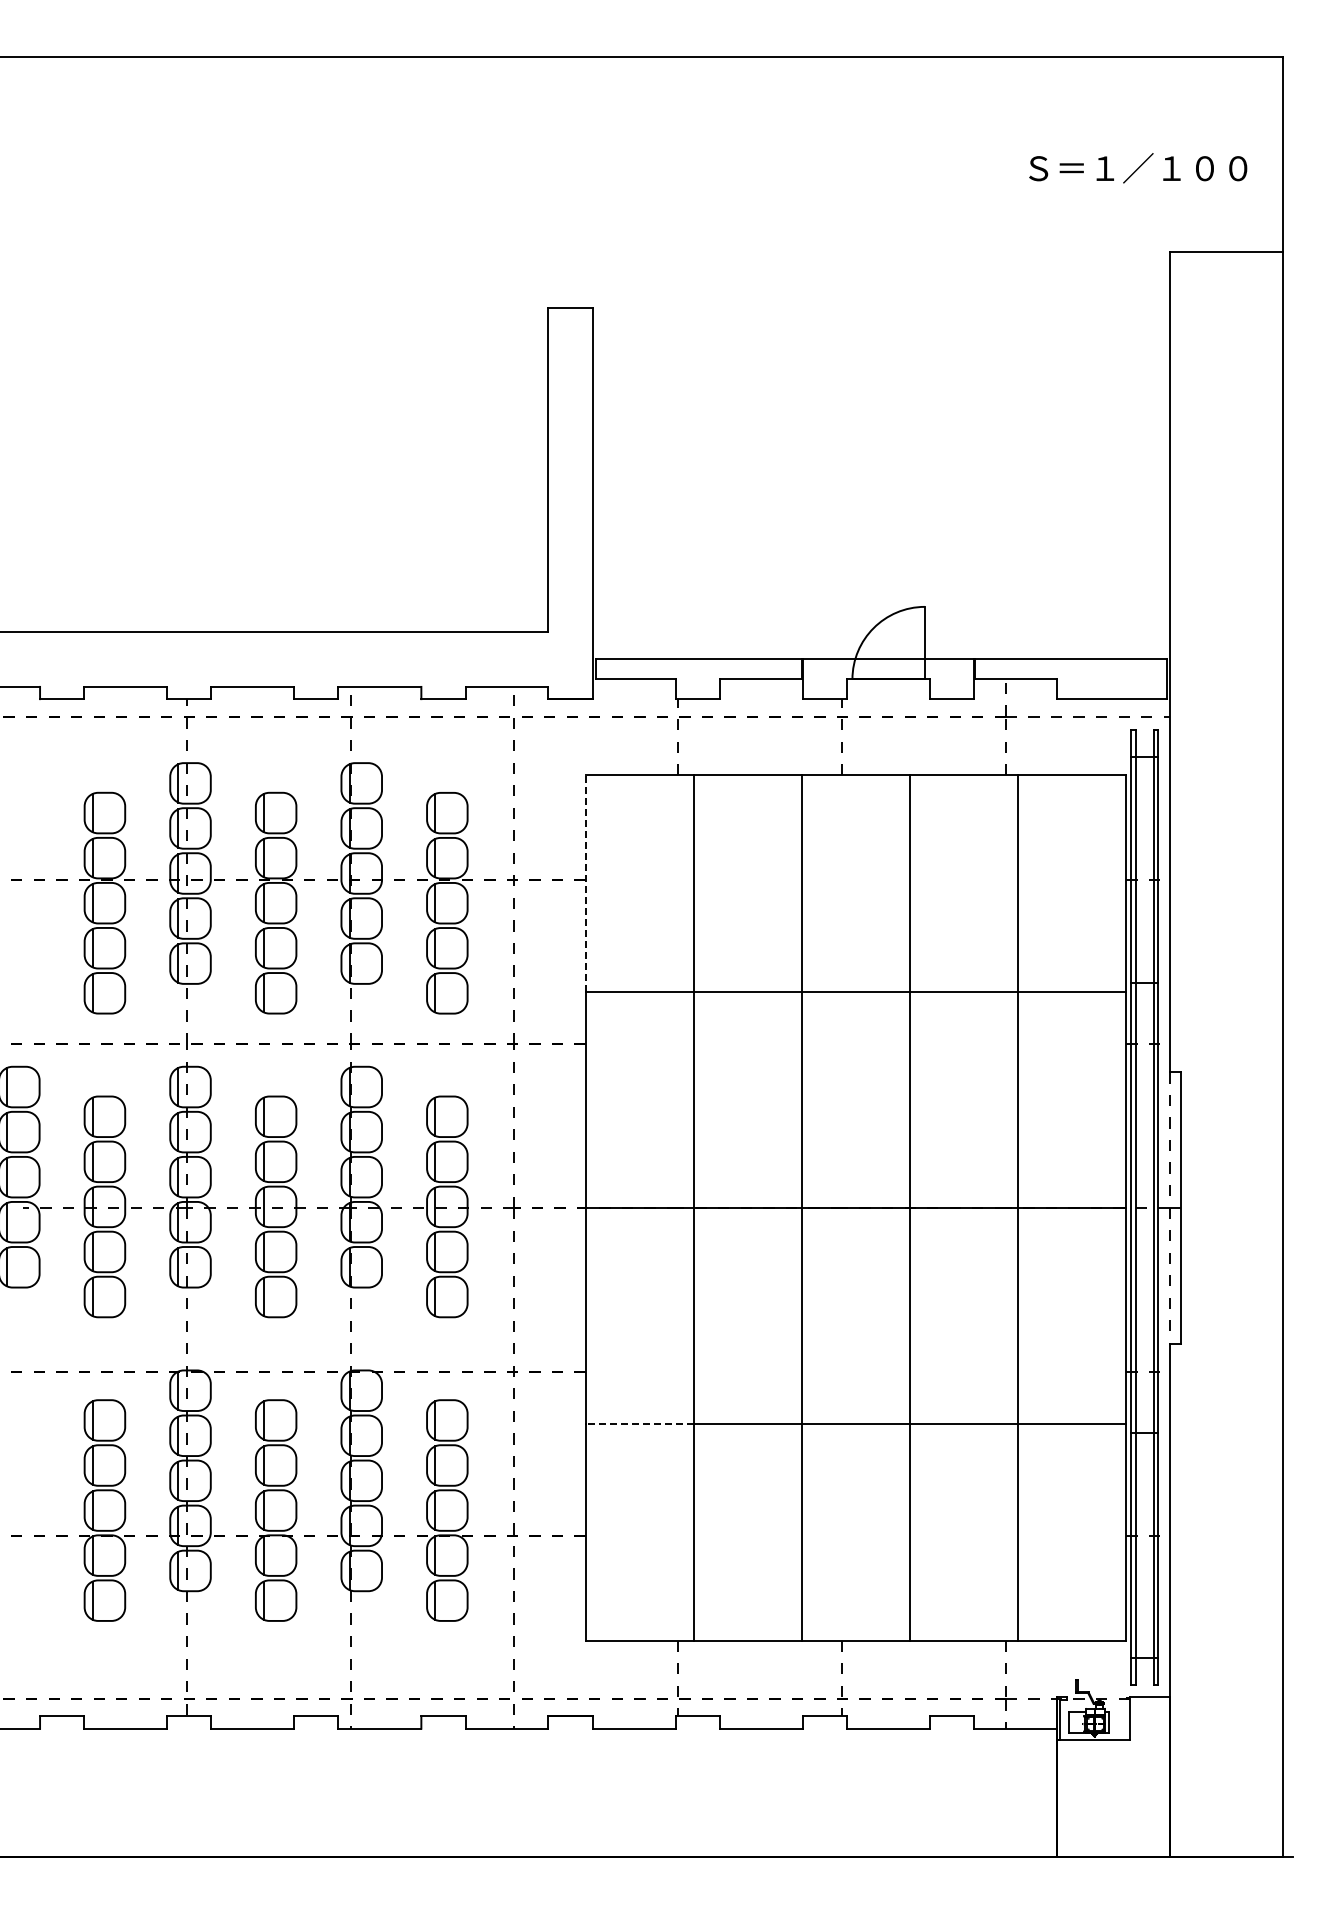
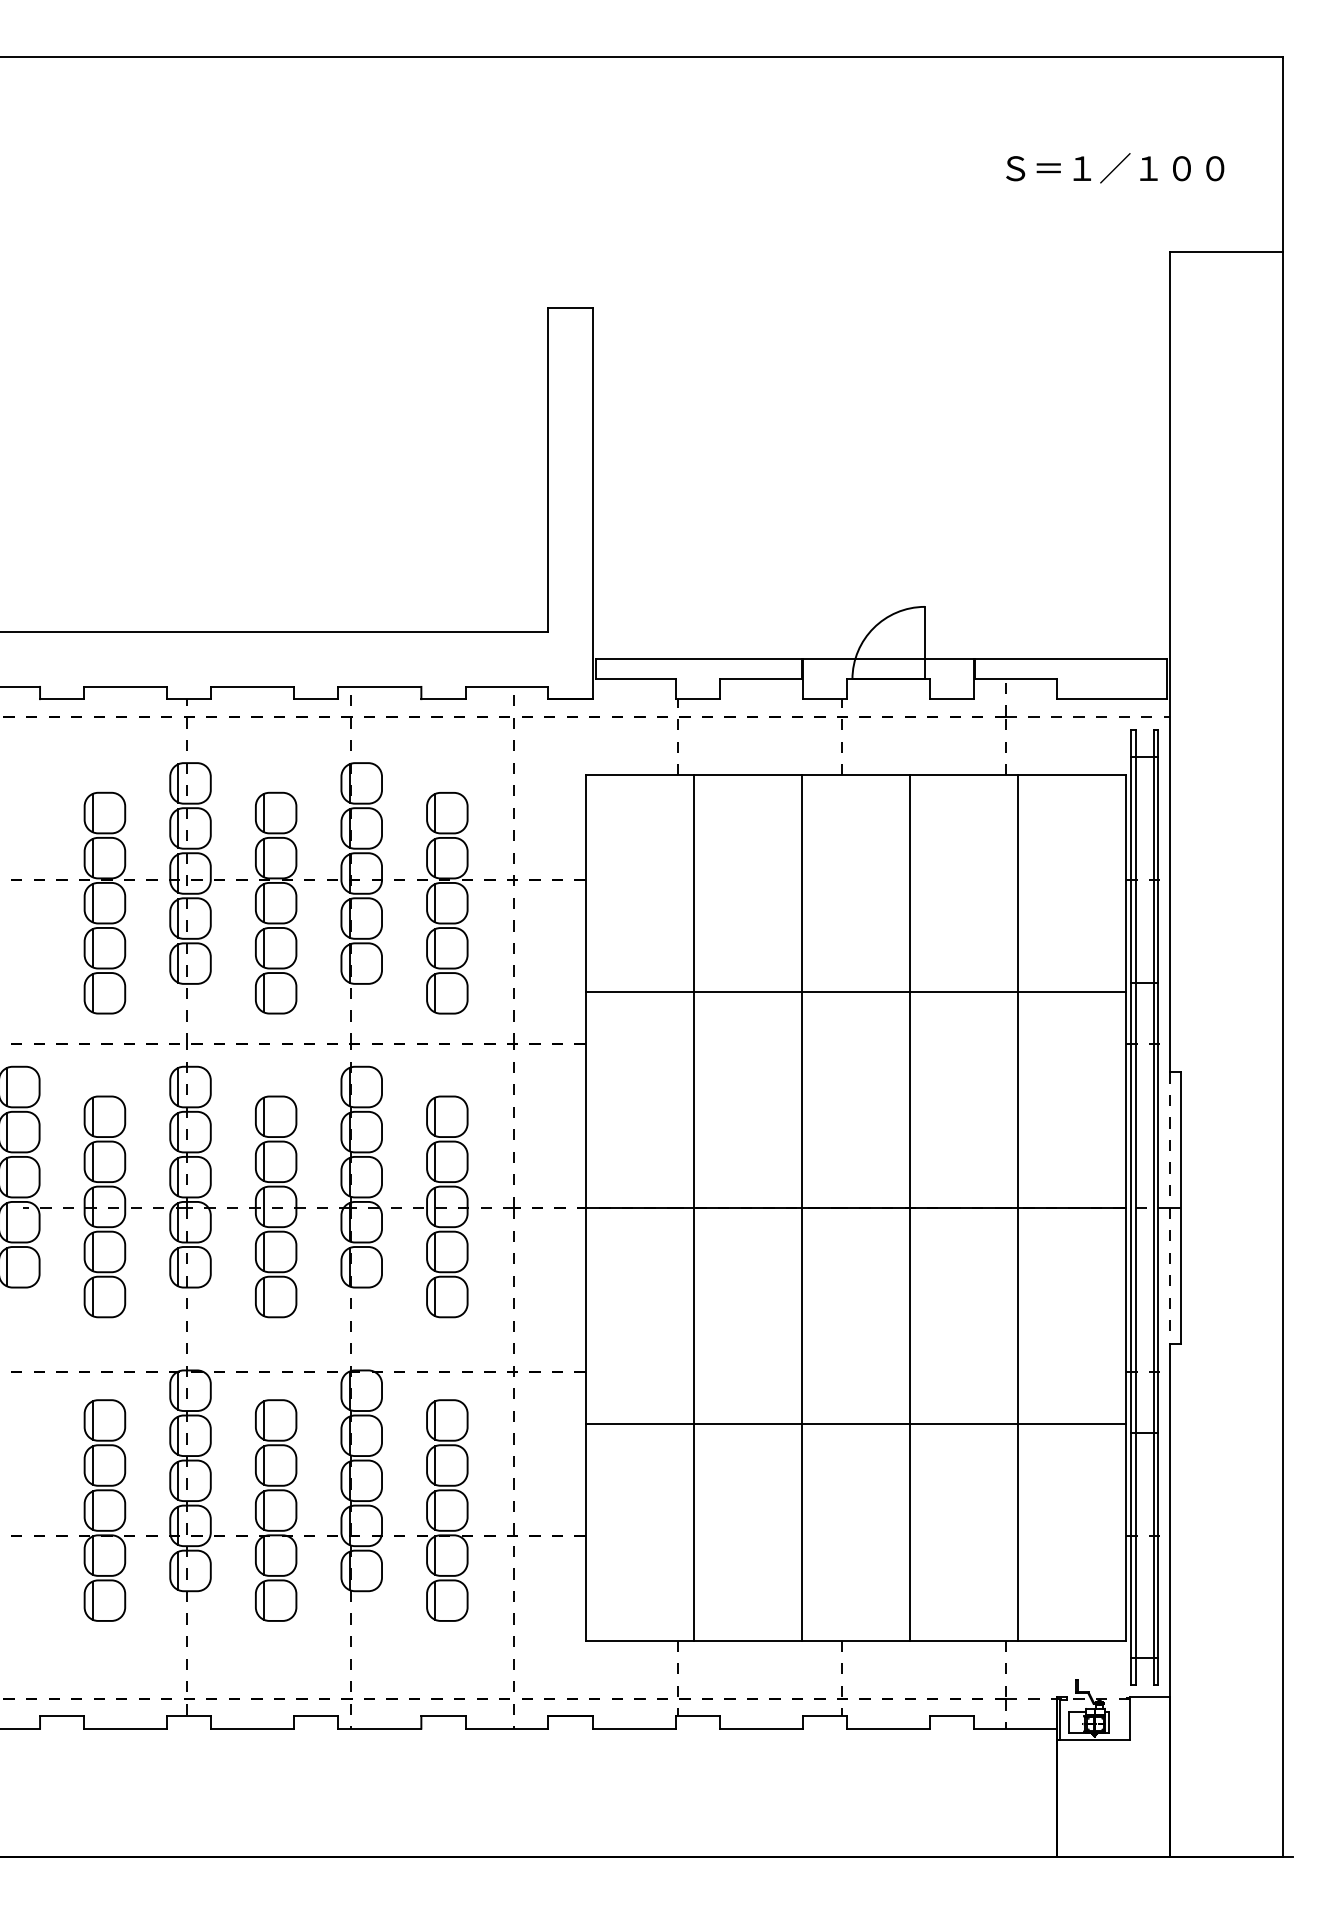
text at (1138, 168) position: (1138, 168) -> (1115, 168)
line at (585, 883): dashed -> solid
line at (639, 1424): dashed -> solid
